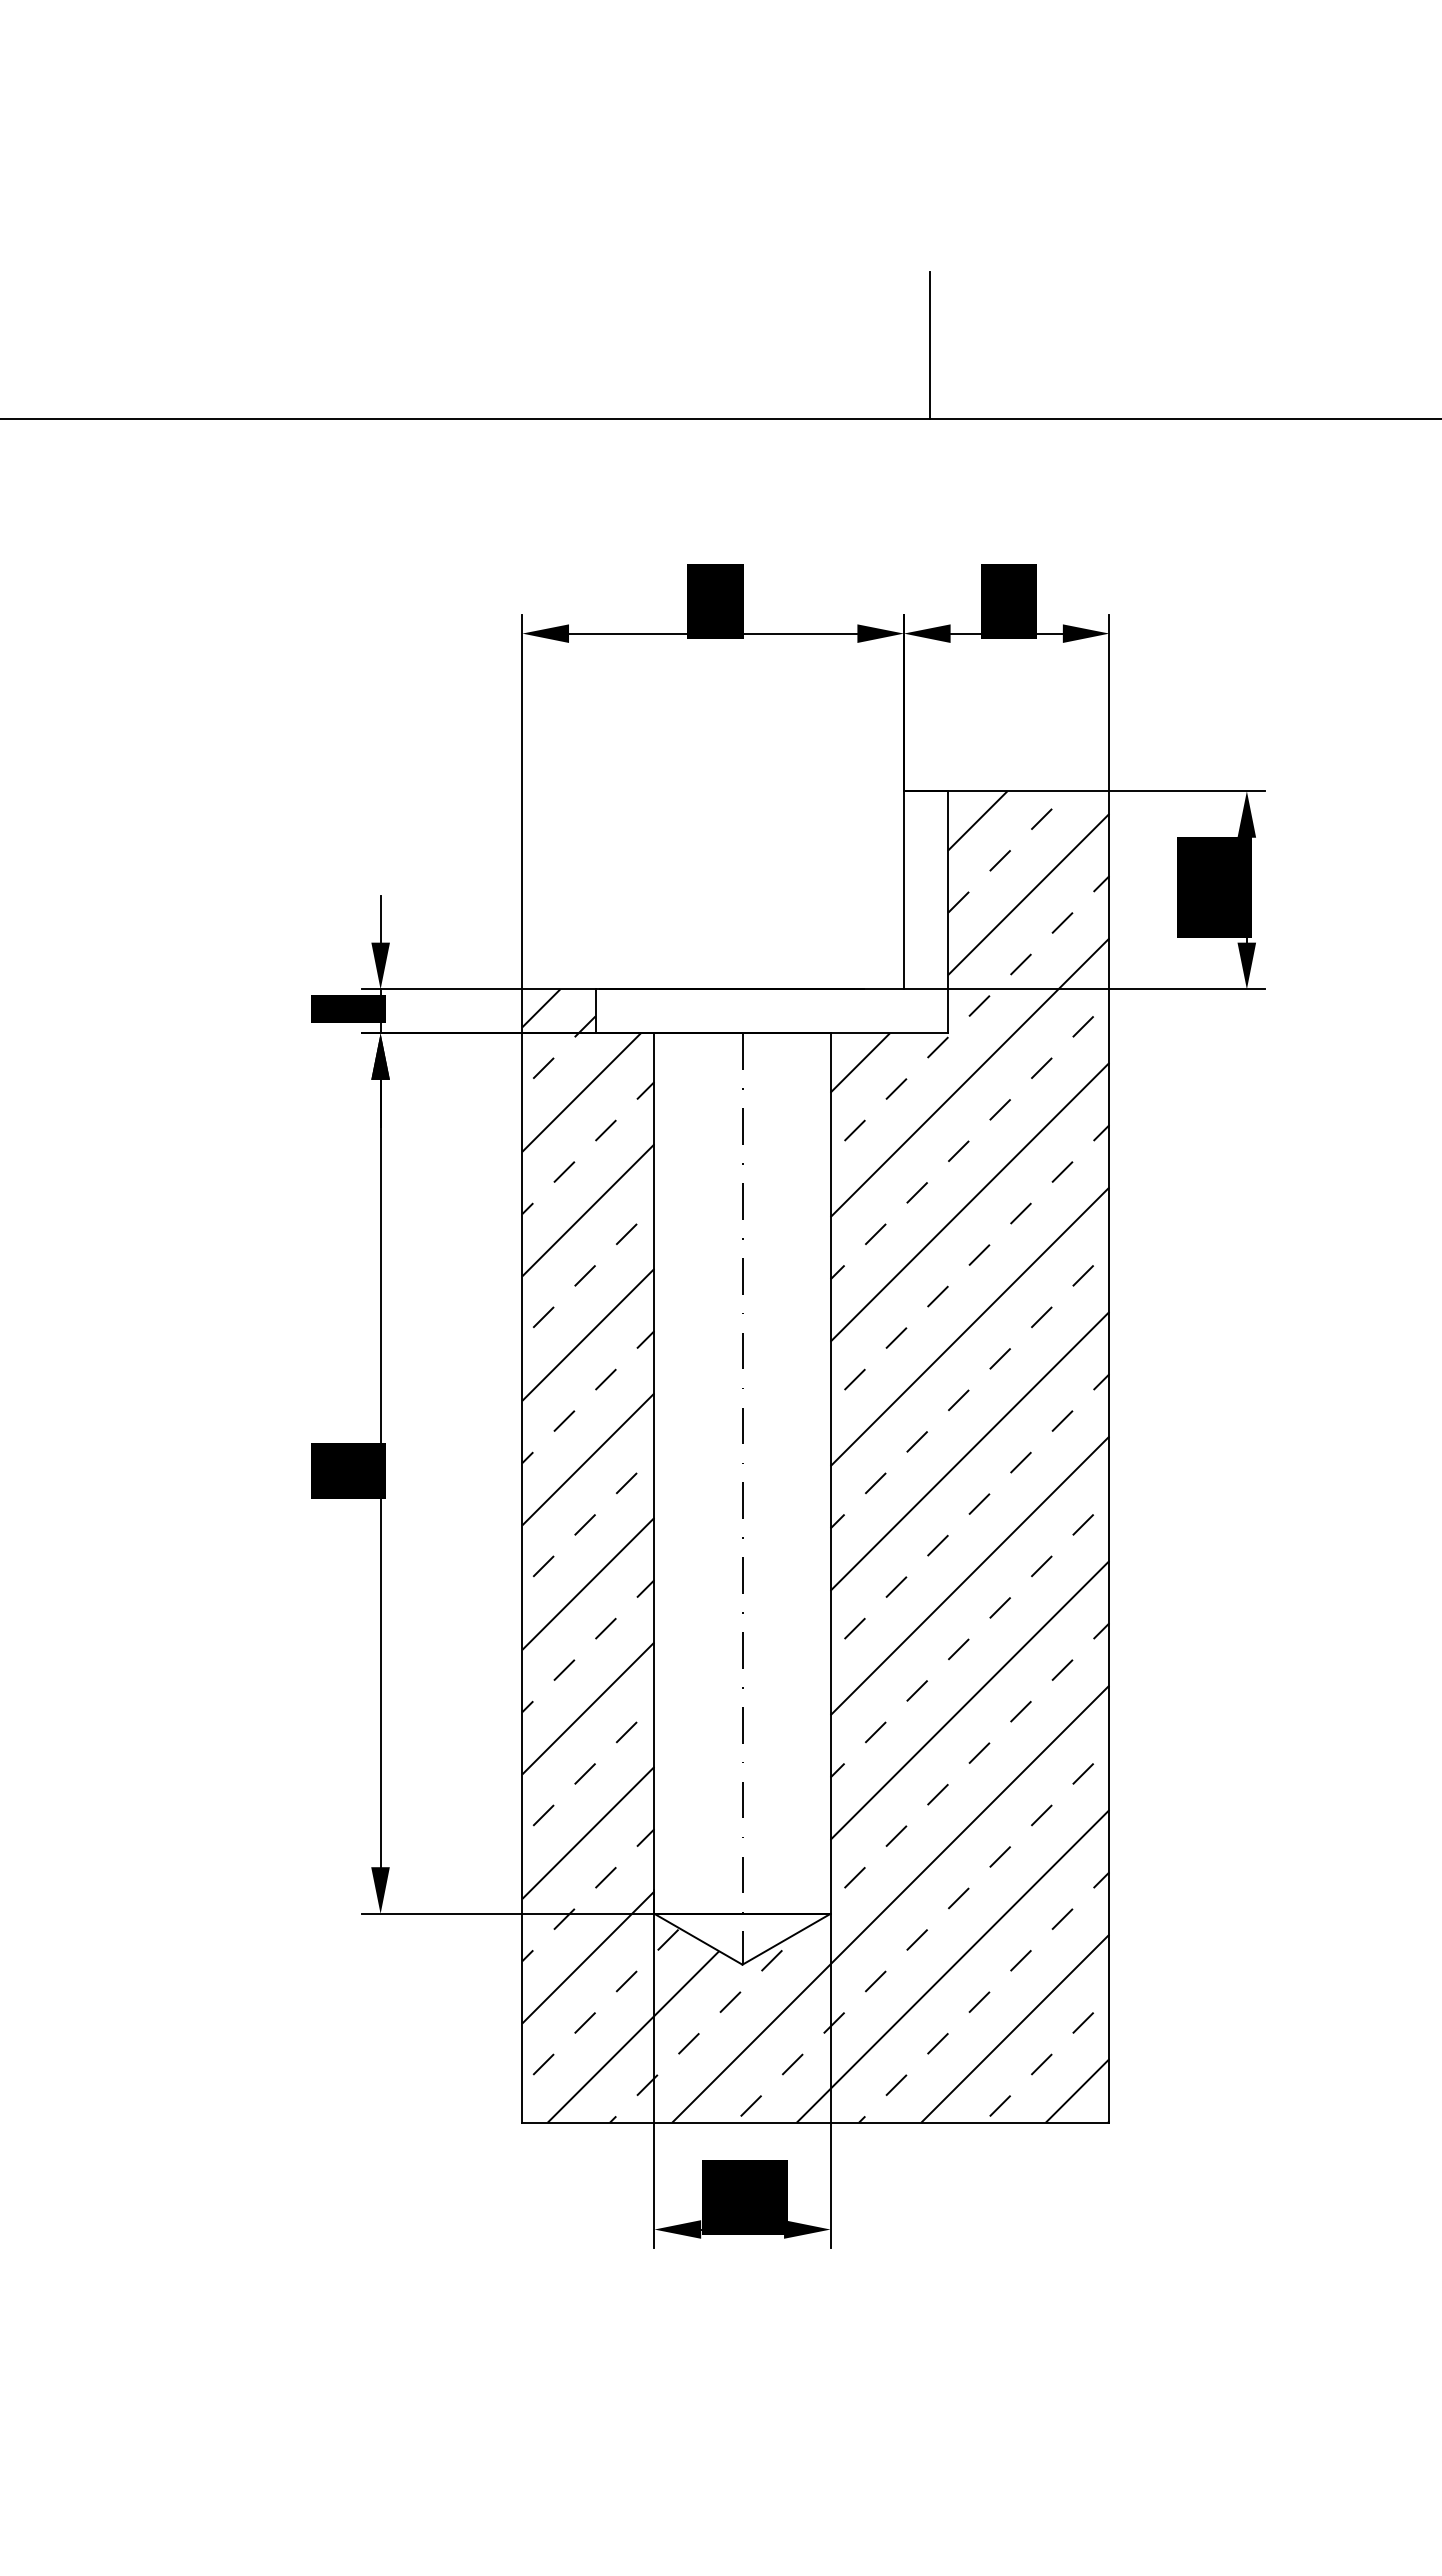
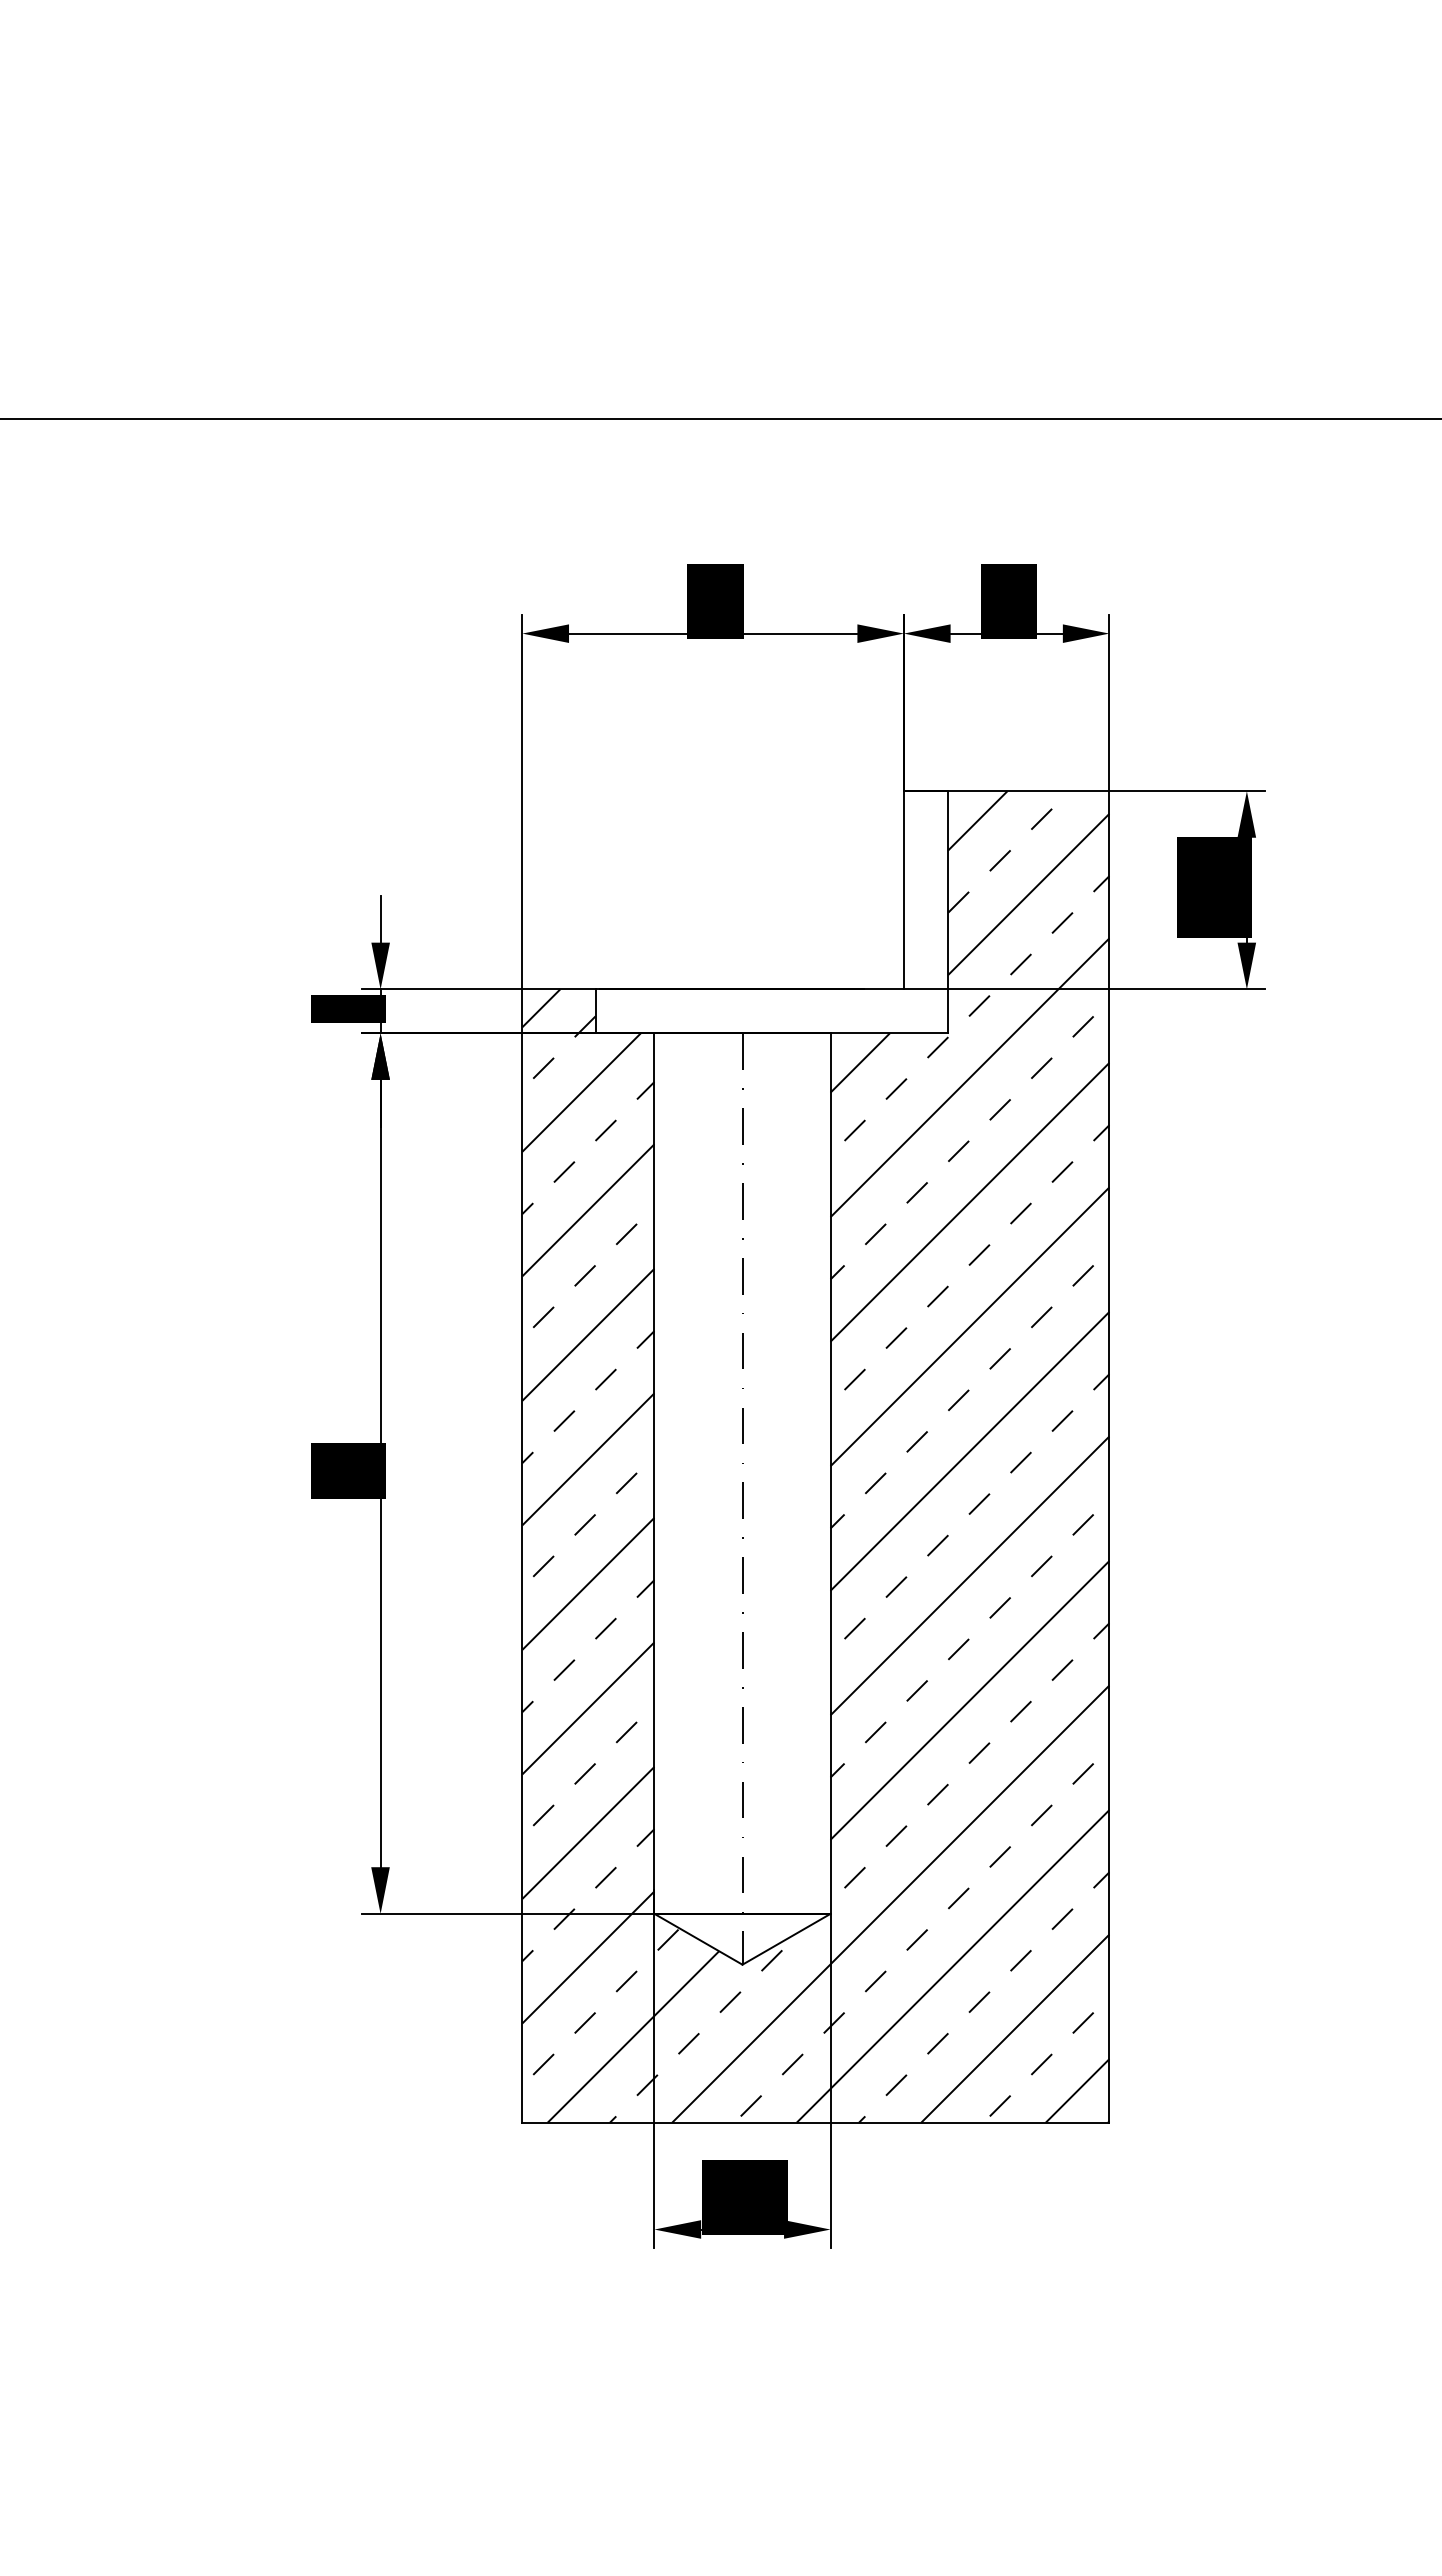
line at (929, 344): present -> none
